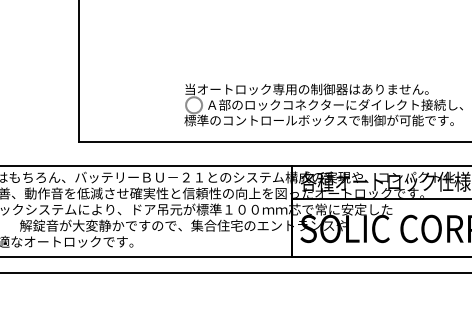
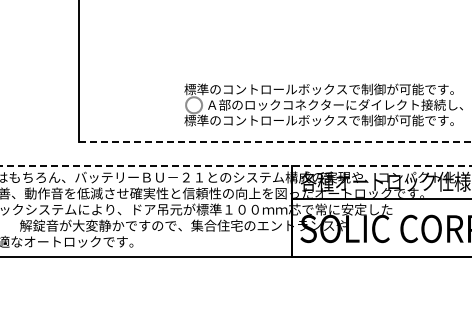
text at (318, 89): 当オートロック専用の制御器はありません。 -> 標準のコントロールボックスで制御が可能です。
line at (275, 141): solid -> dashed
line at (236, 166): solid -> dashed
line at (235, 272): present -> none
